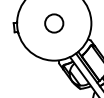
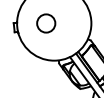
circle at (54, 23) position: (54, 23) -> (46, 23)
